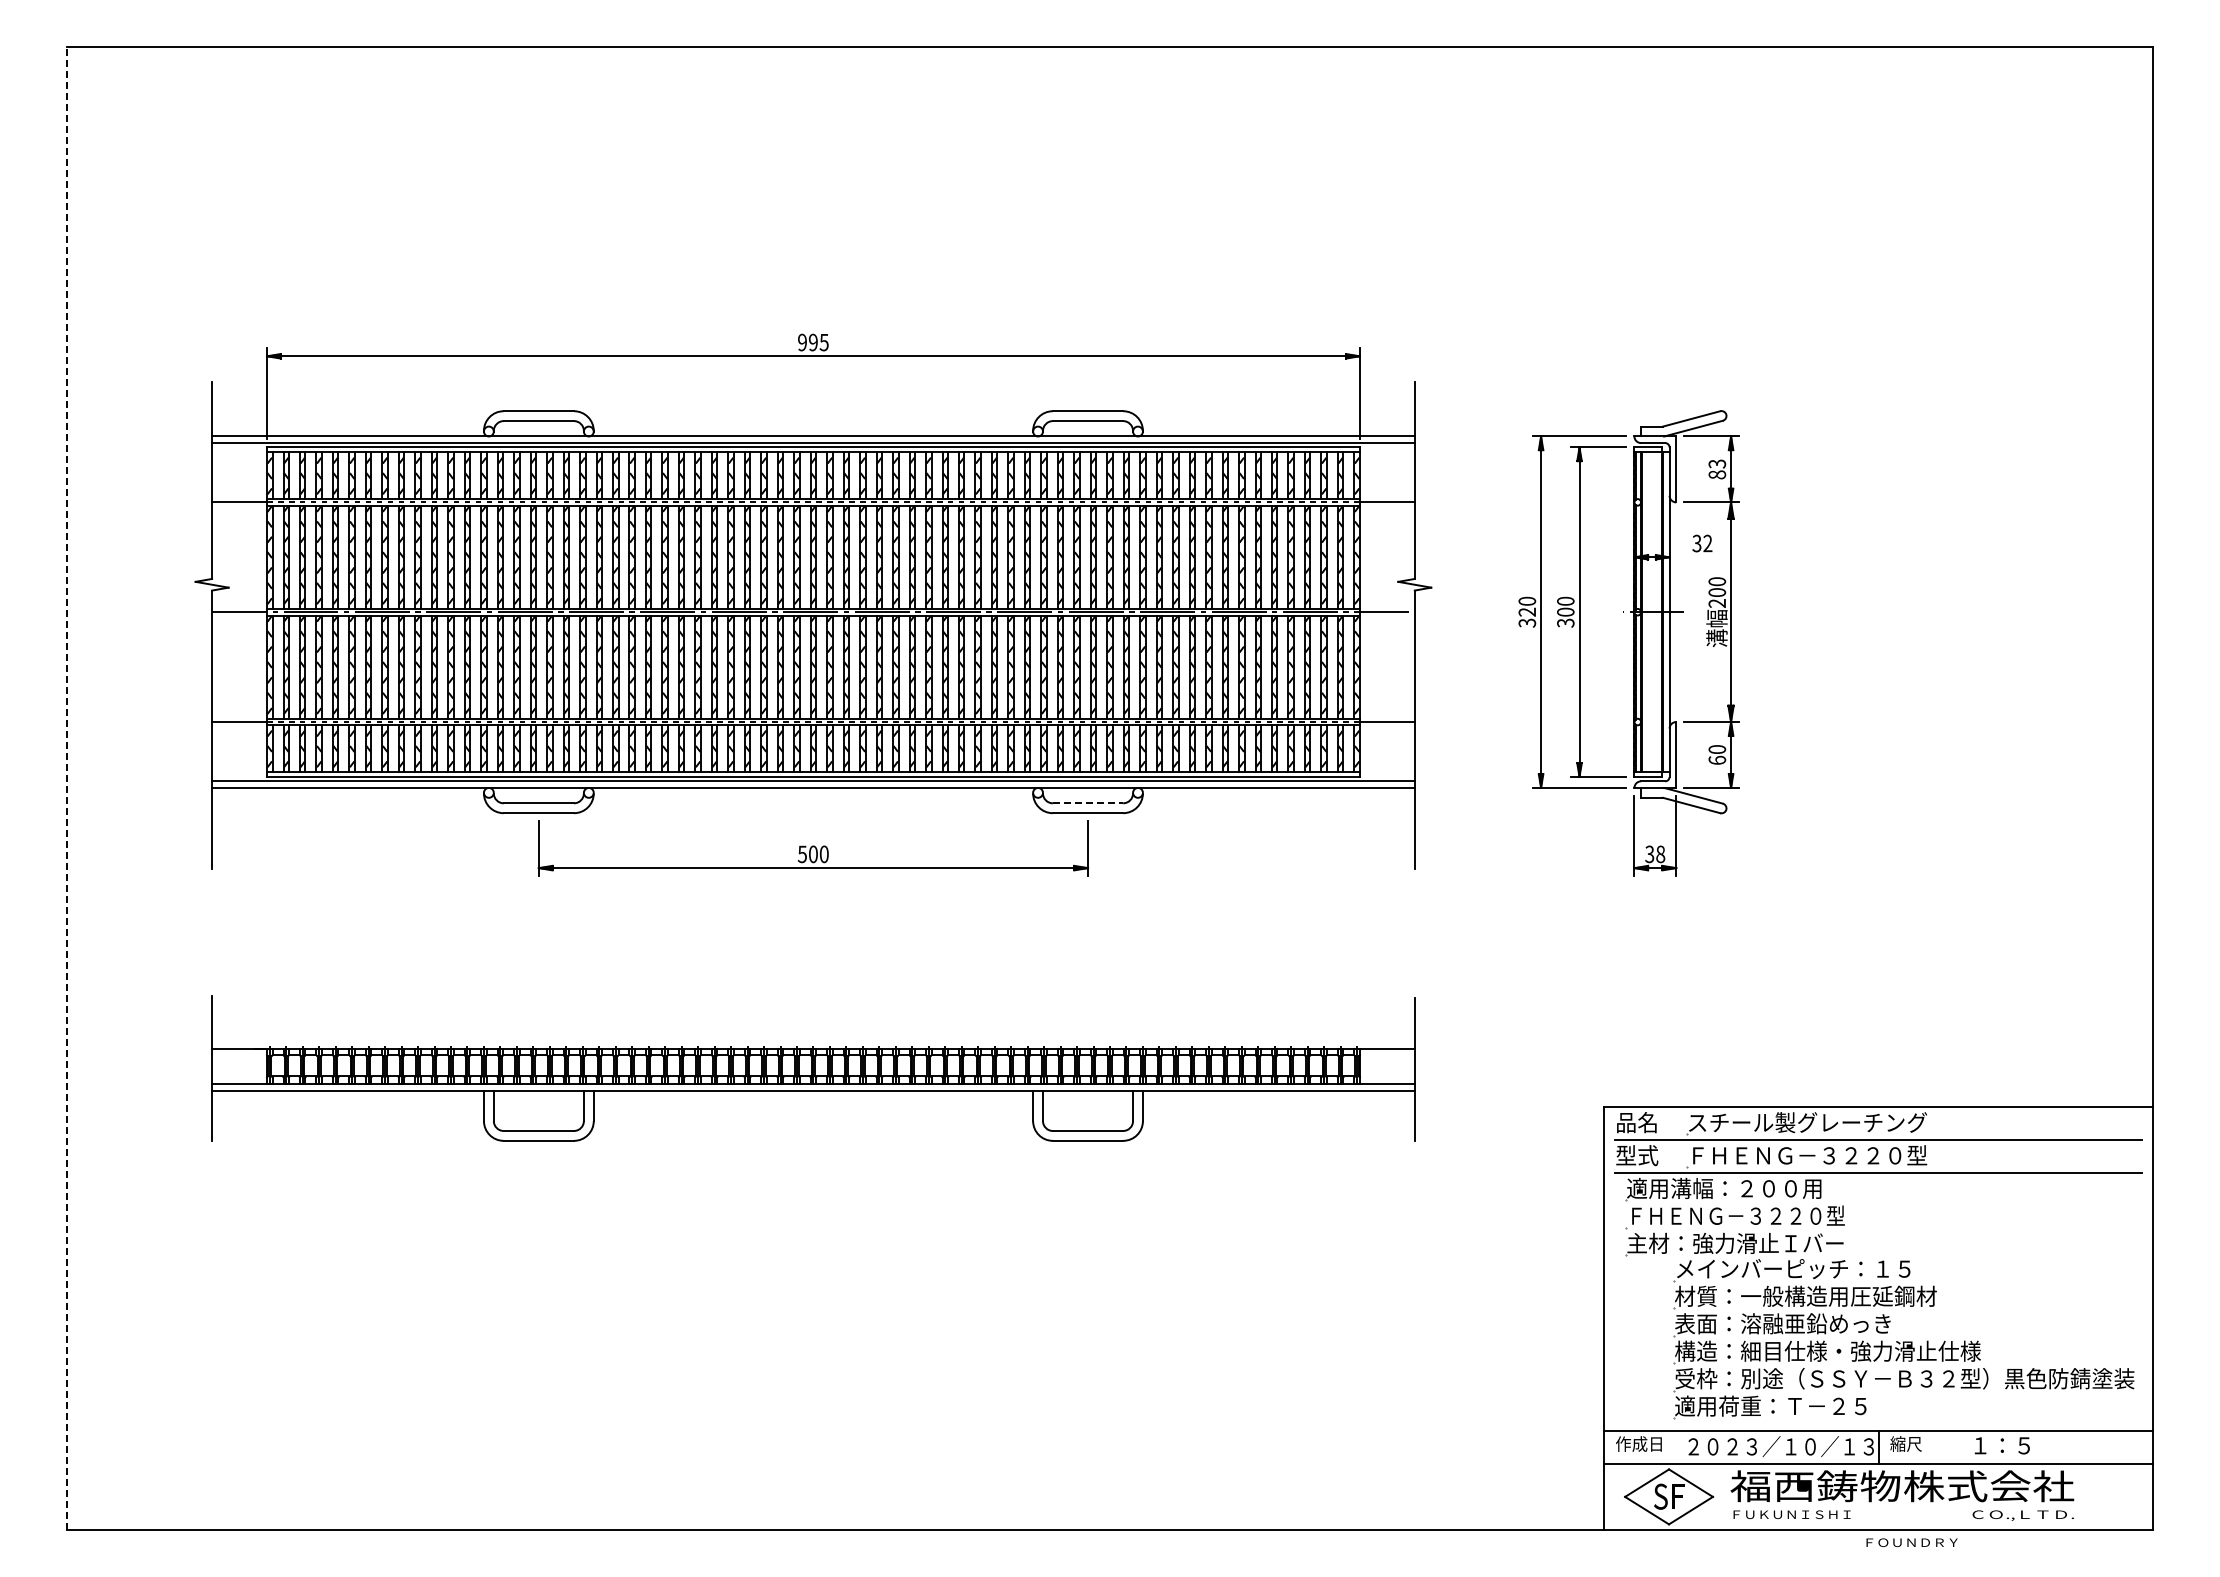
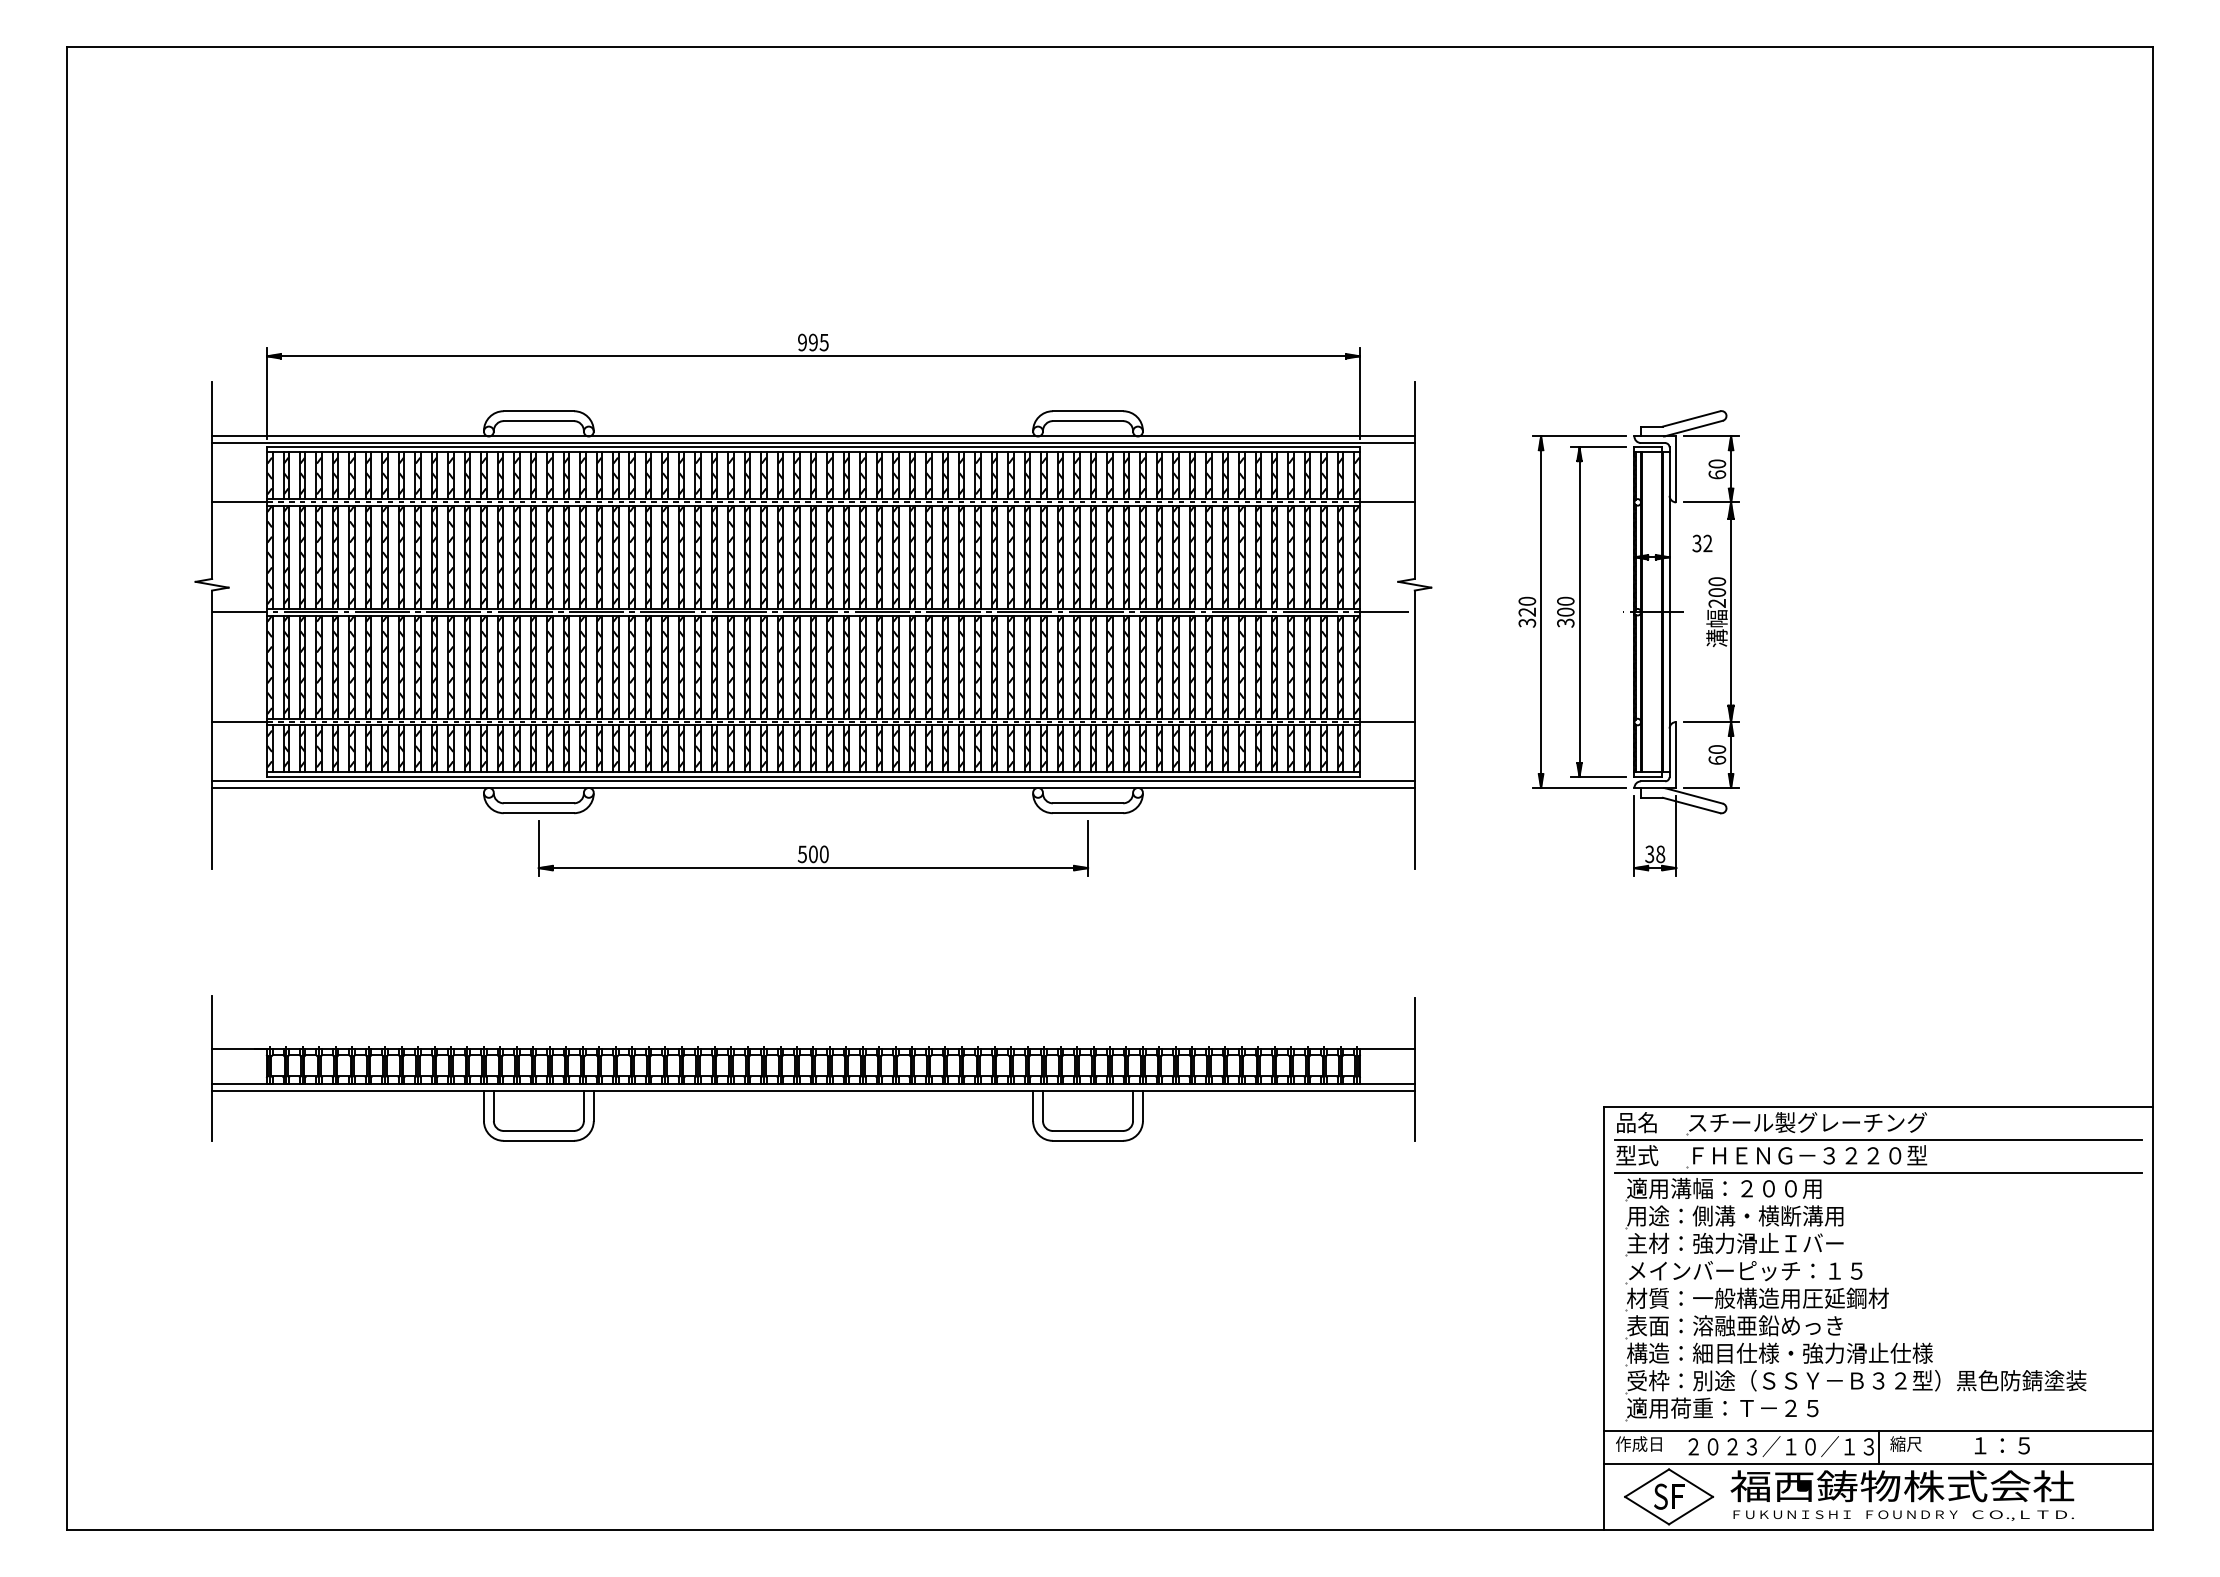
text at (1717, 469): 83 -> 60
line at (66, 788): dashed -> solid
line at (1088, 803): dashed -> solid
text at (1735, 1215): ＦＨＥＮＧ－３２２０型 -> 用途：側溝・横断溝用
part at (1903, 1339) position: (1903, 1339) -> (1855, 1341)
text at (1911, 1542) position: (1911, 1542) -> (1911, 1514)
